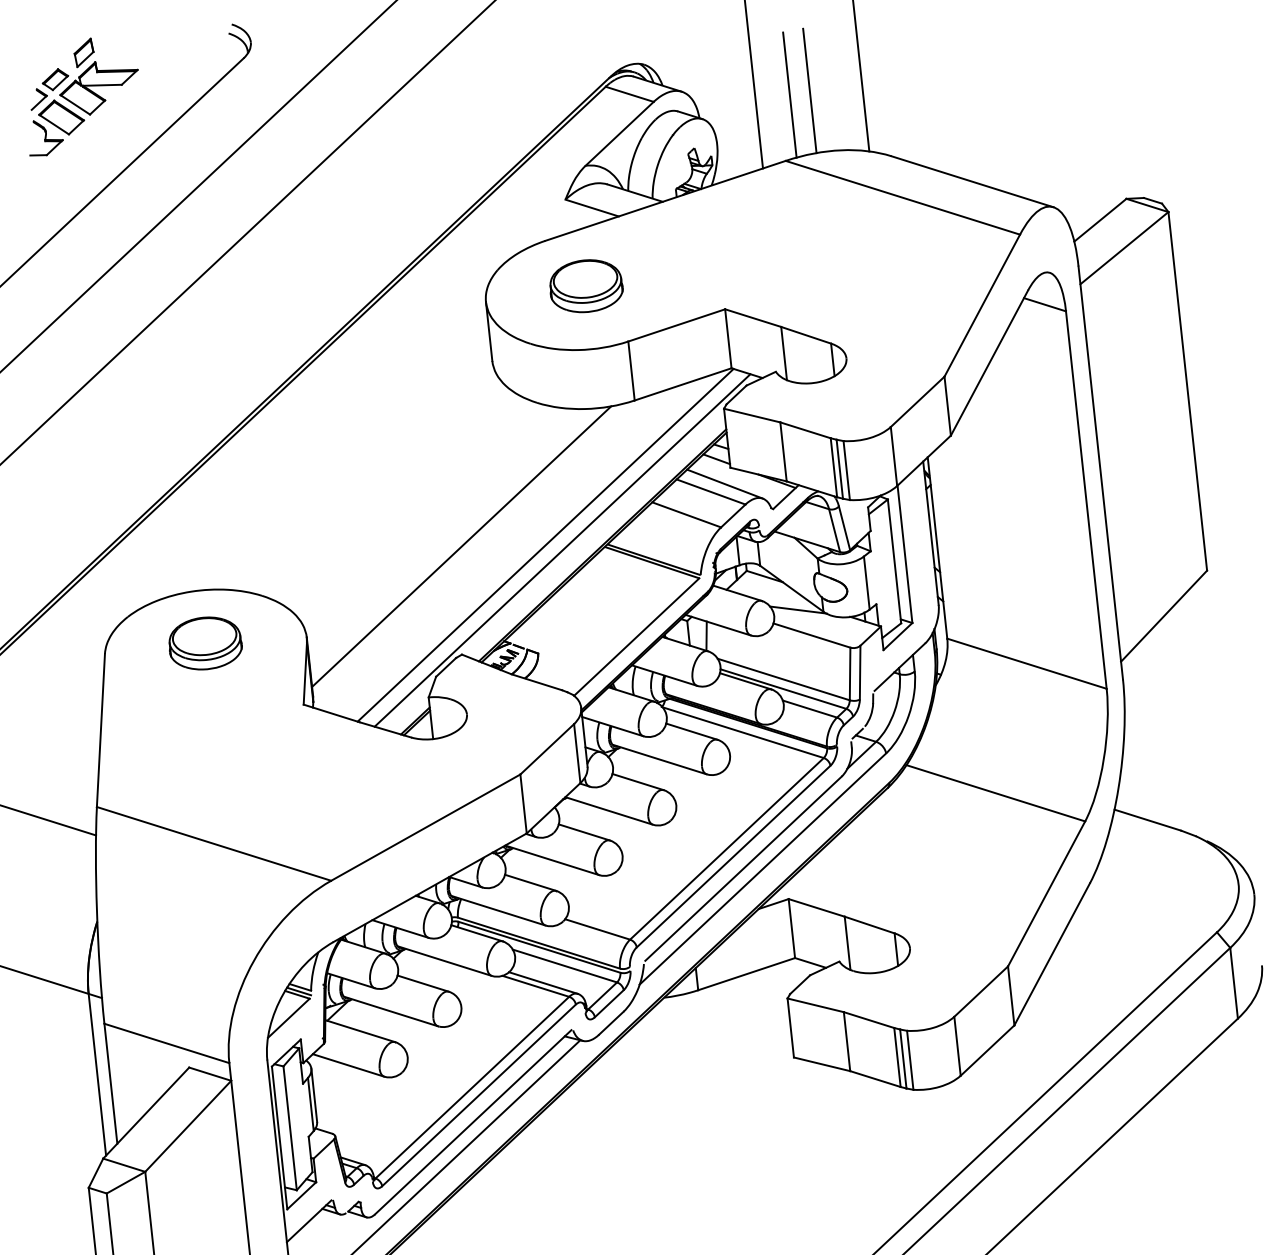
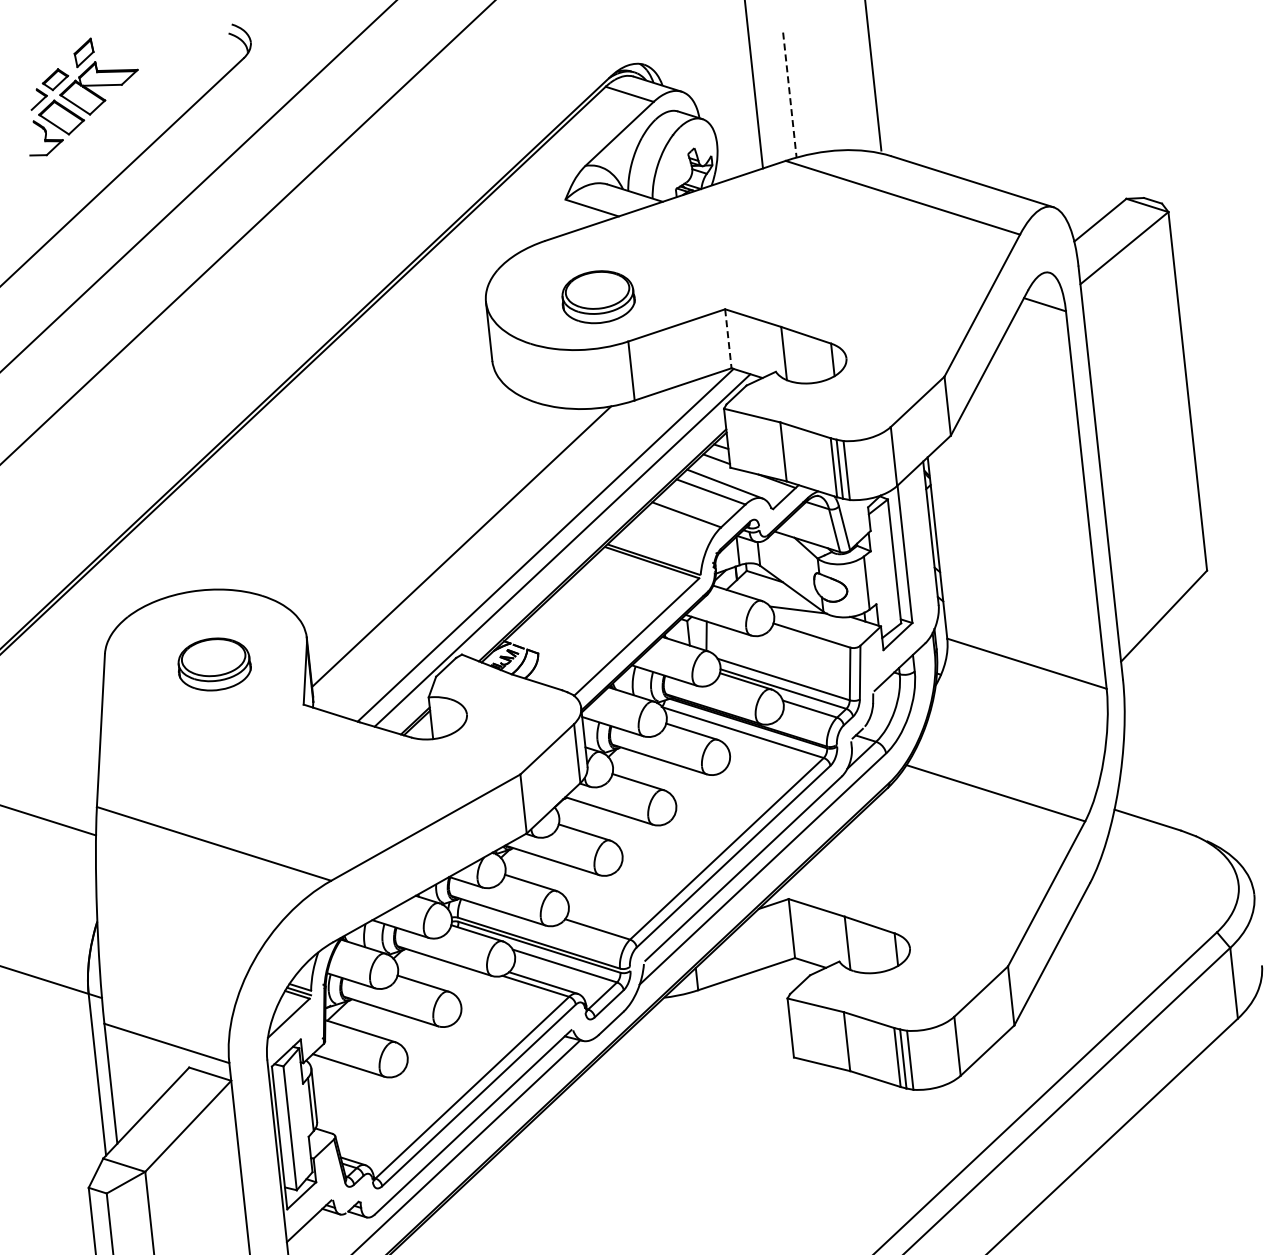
line at (861, 76) position: (861, 76) -> (873, 76)
line at (809, 90): present -> none
line at (789, 95): solid -> dashed
part at (586, 286) position: (586, 286) -> (598, 297)
line at (728, 338): solid -> dashed
part at (205, 643) position: (205, 643) -> (214, 664)
